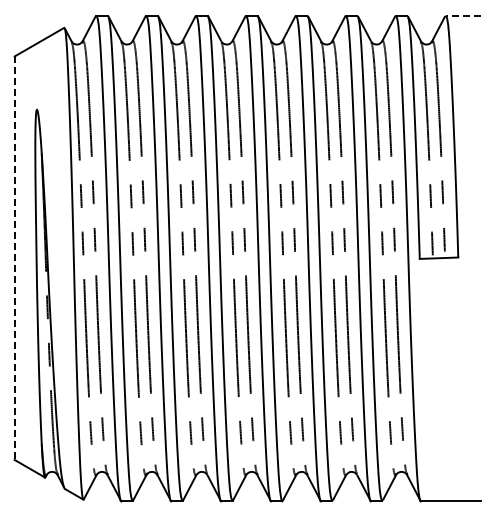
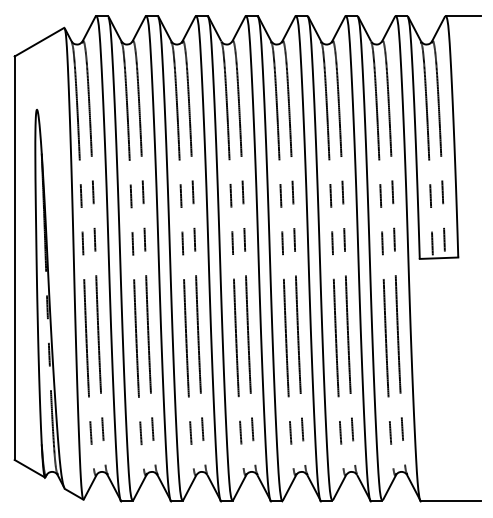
line at (463, 15): dashed -> solid
line at (14, 258): dashed -> solid
